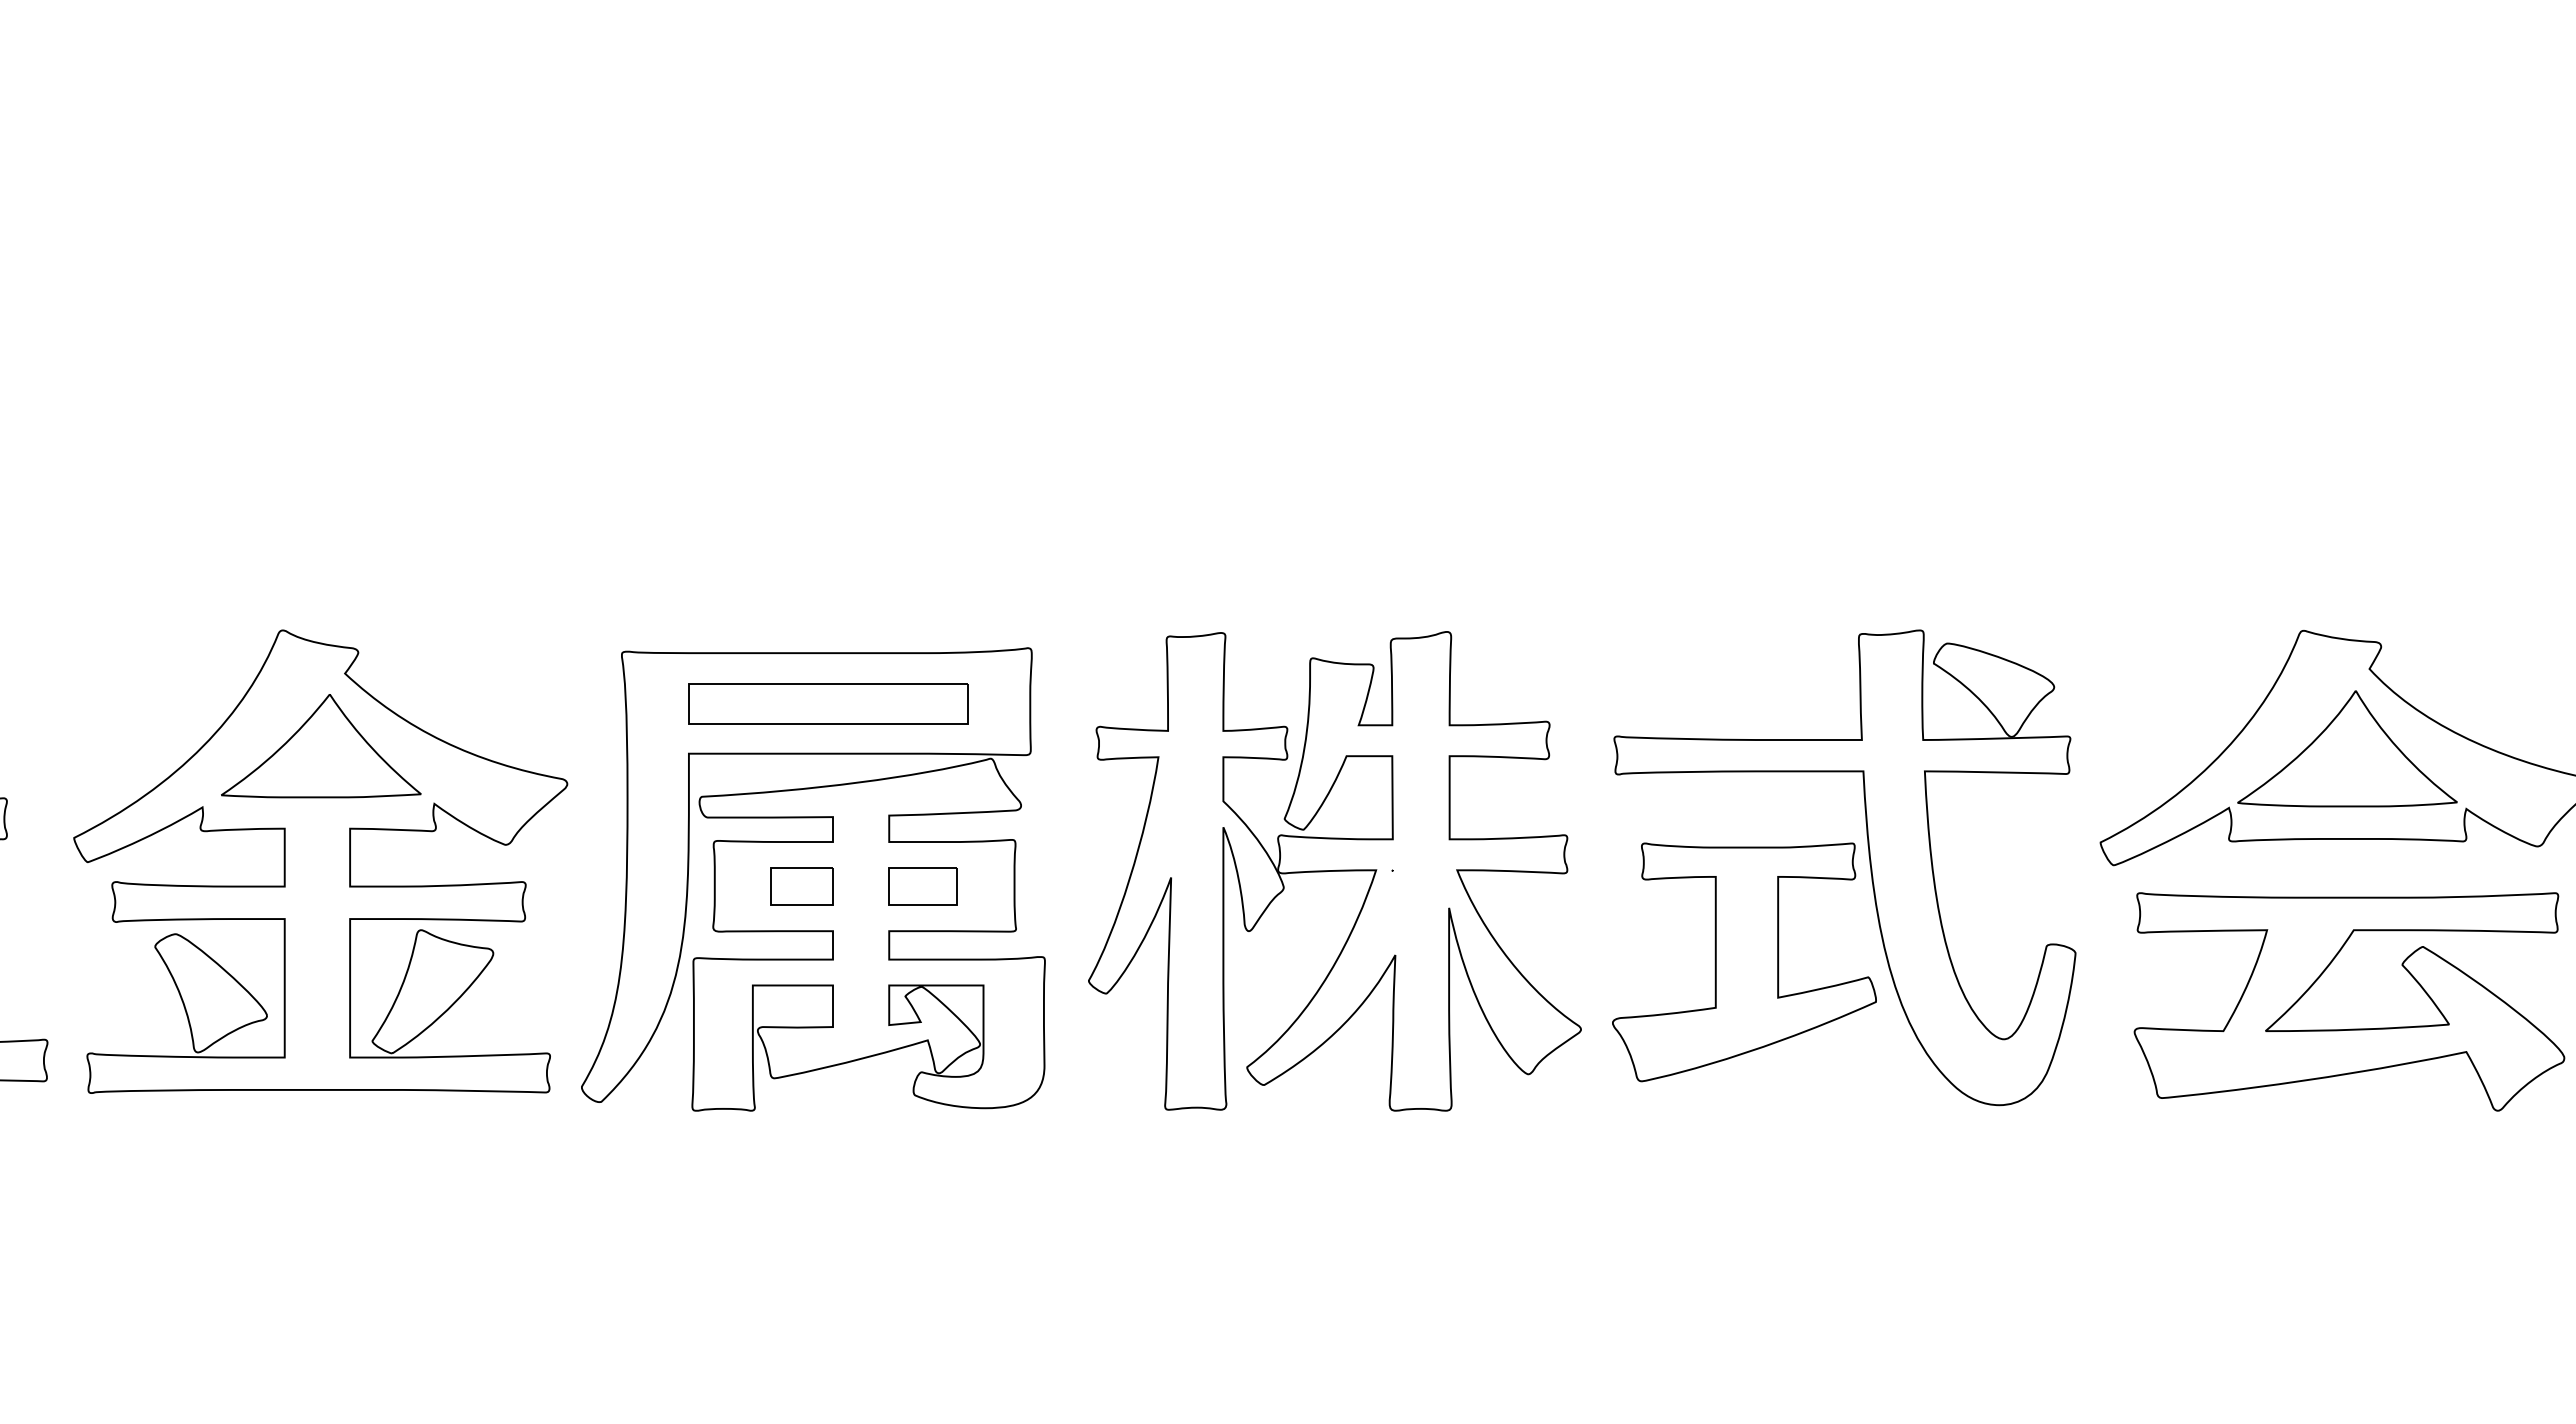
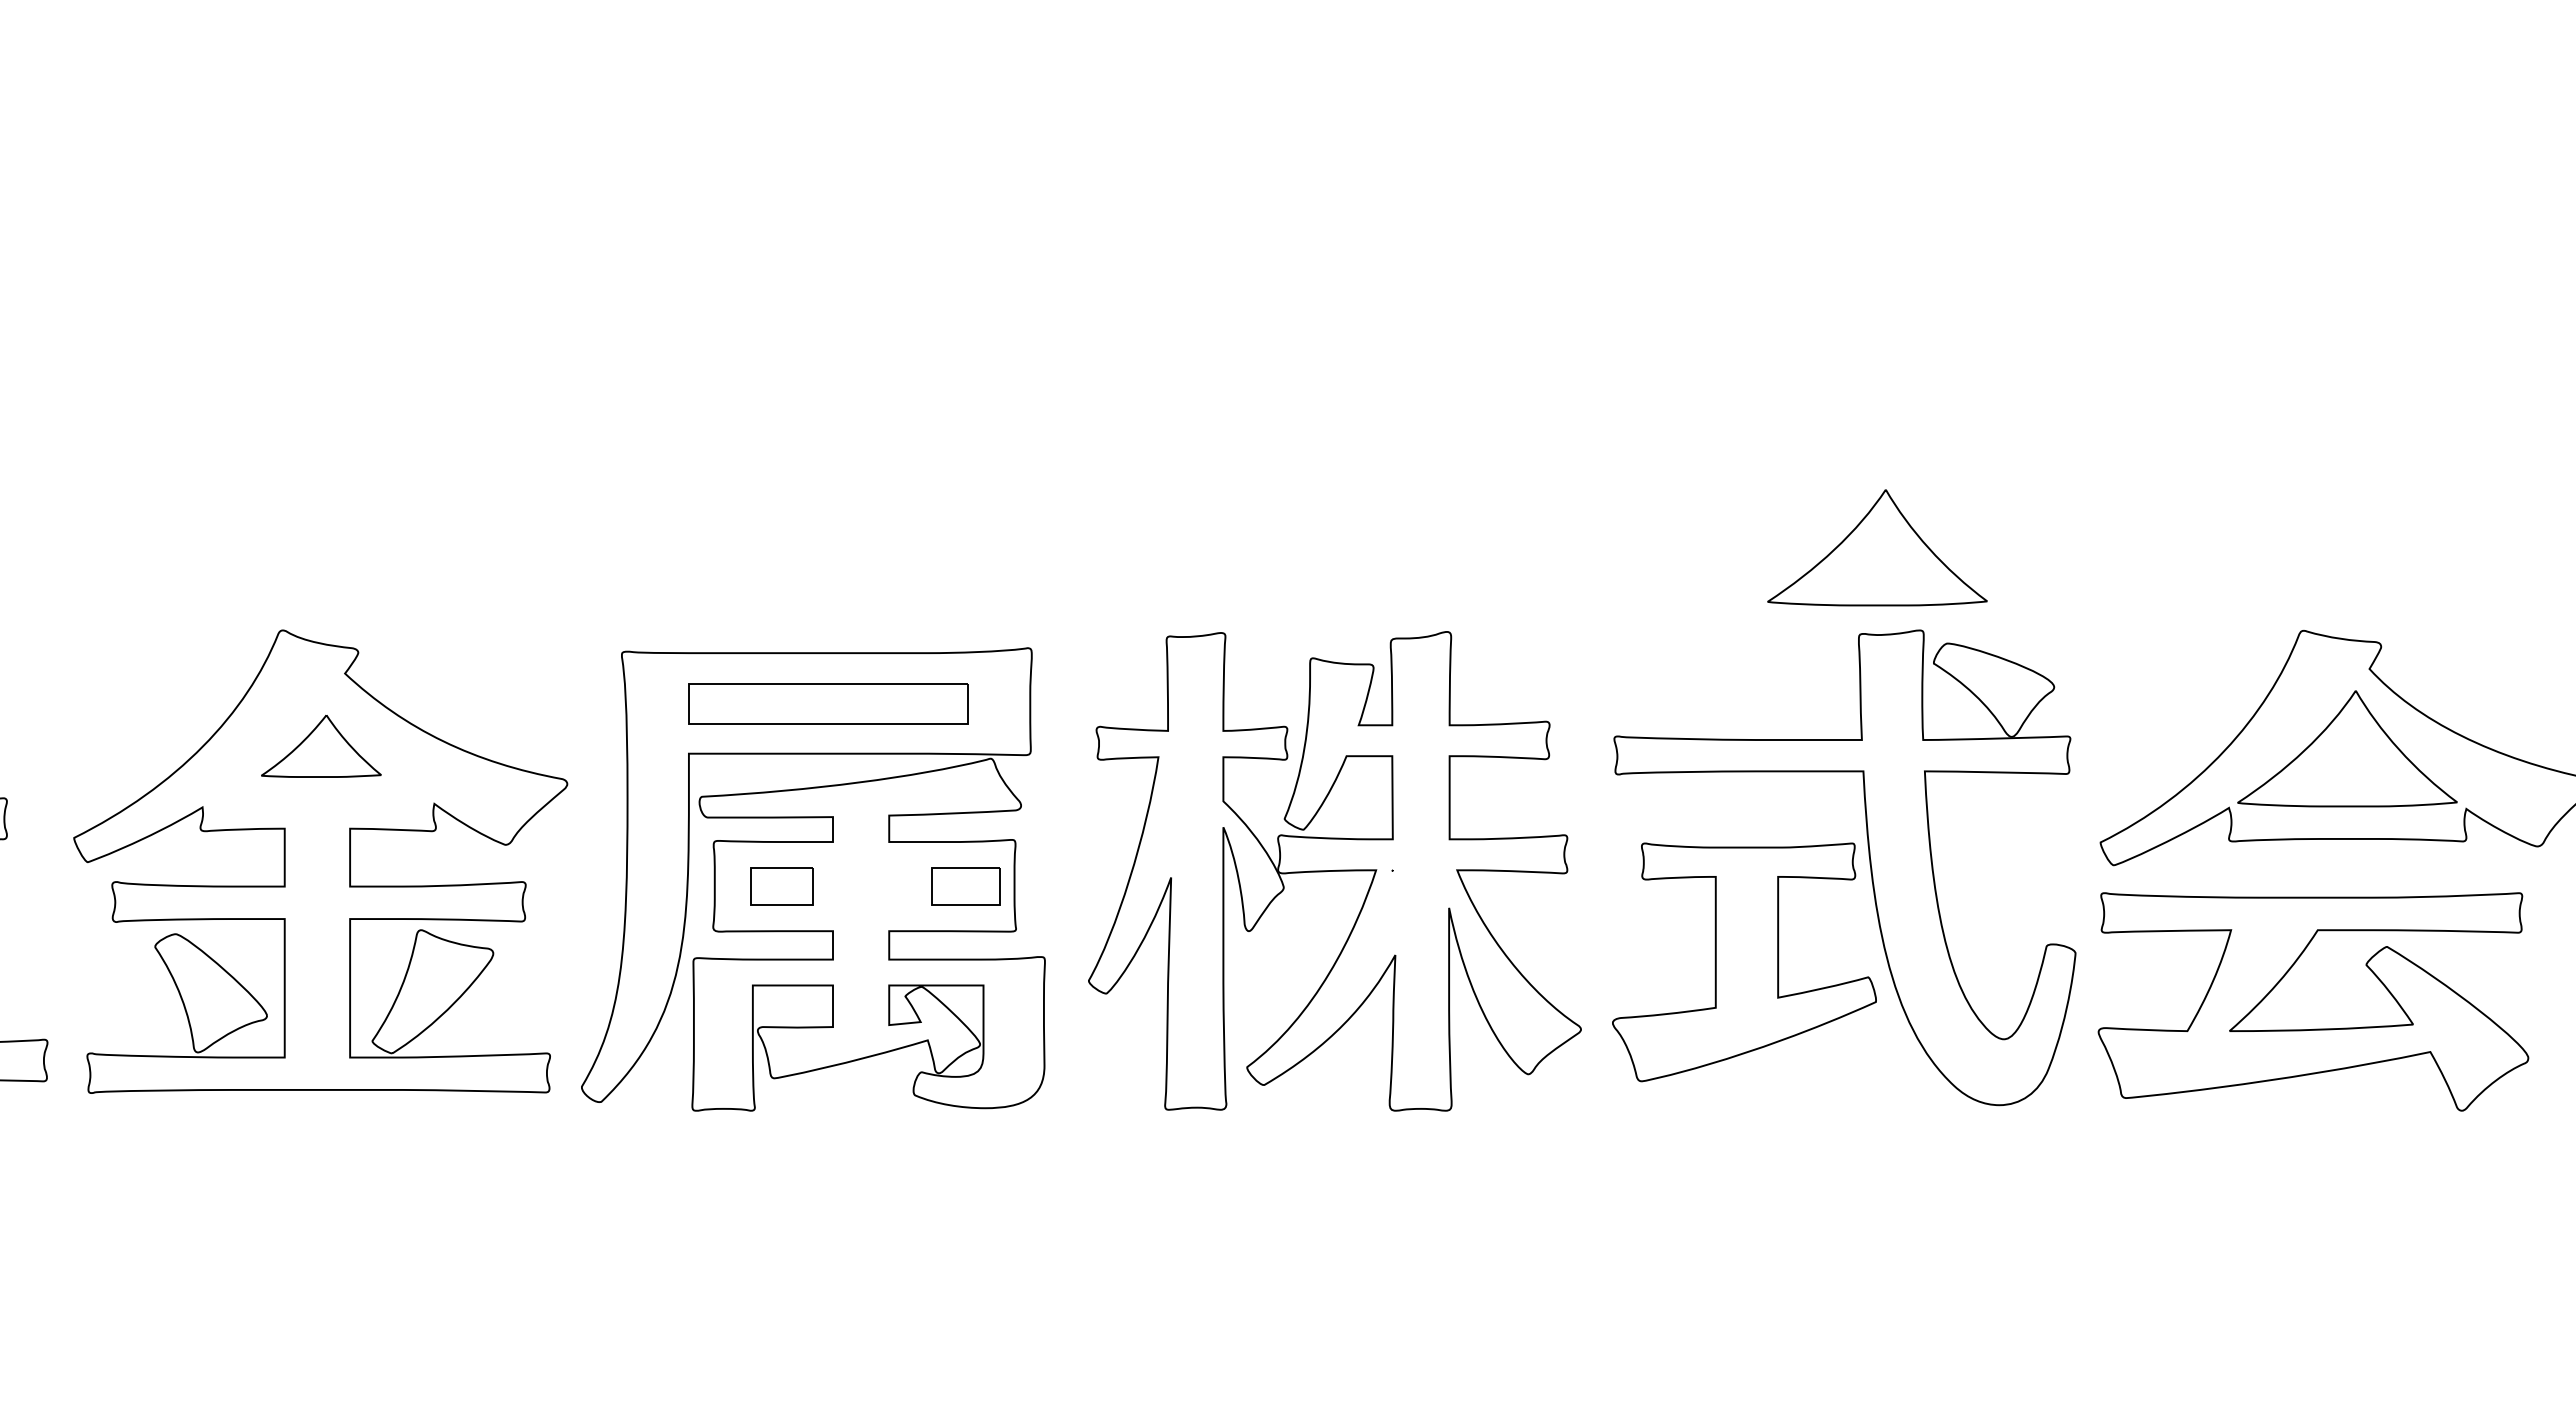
part at (1877, 547): none -> present
part at (321, 746) size: 201x105 px -> 121x64 px
part at (801, 886) position: (801, 886) -> (781, 886)
part at (922, 886) position: (922, 886) -> (965, 886)
part at (2350, 1028) position: (2350, 1028) -> (2314, 1028)
